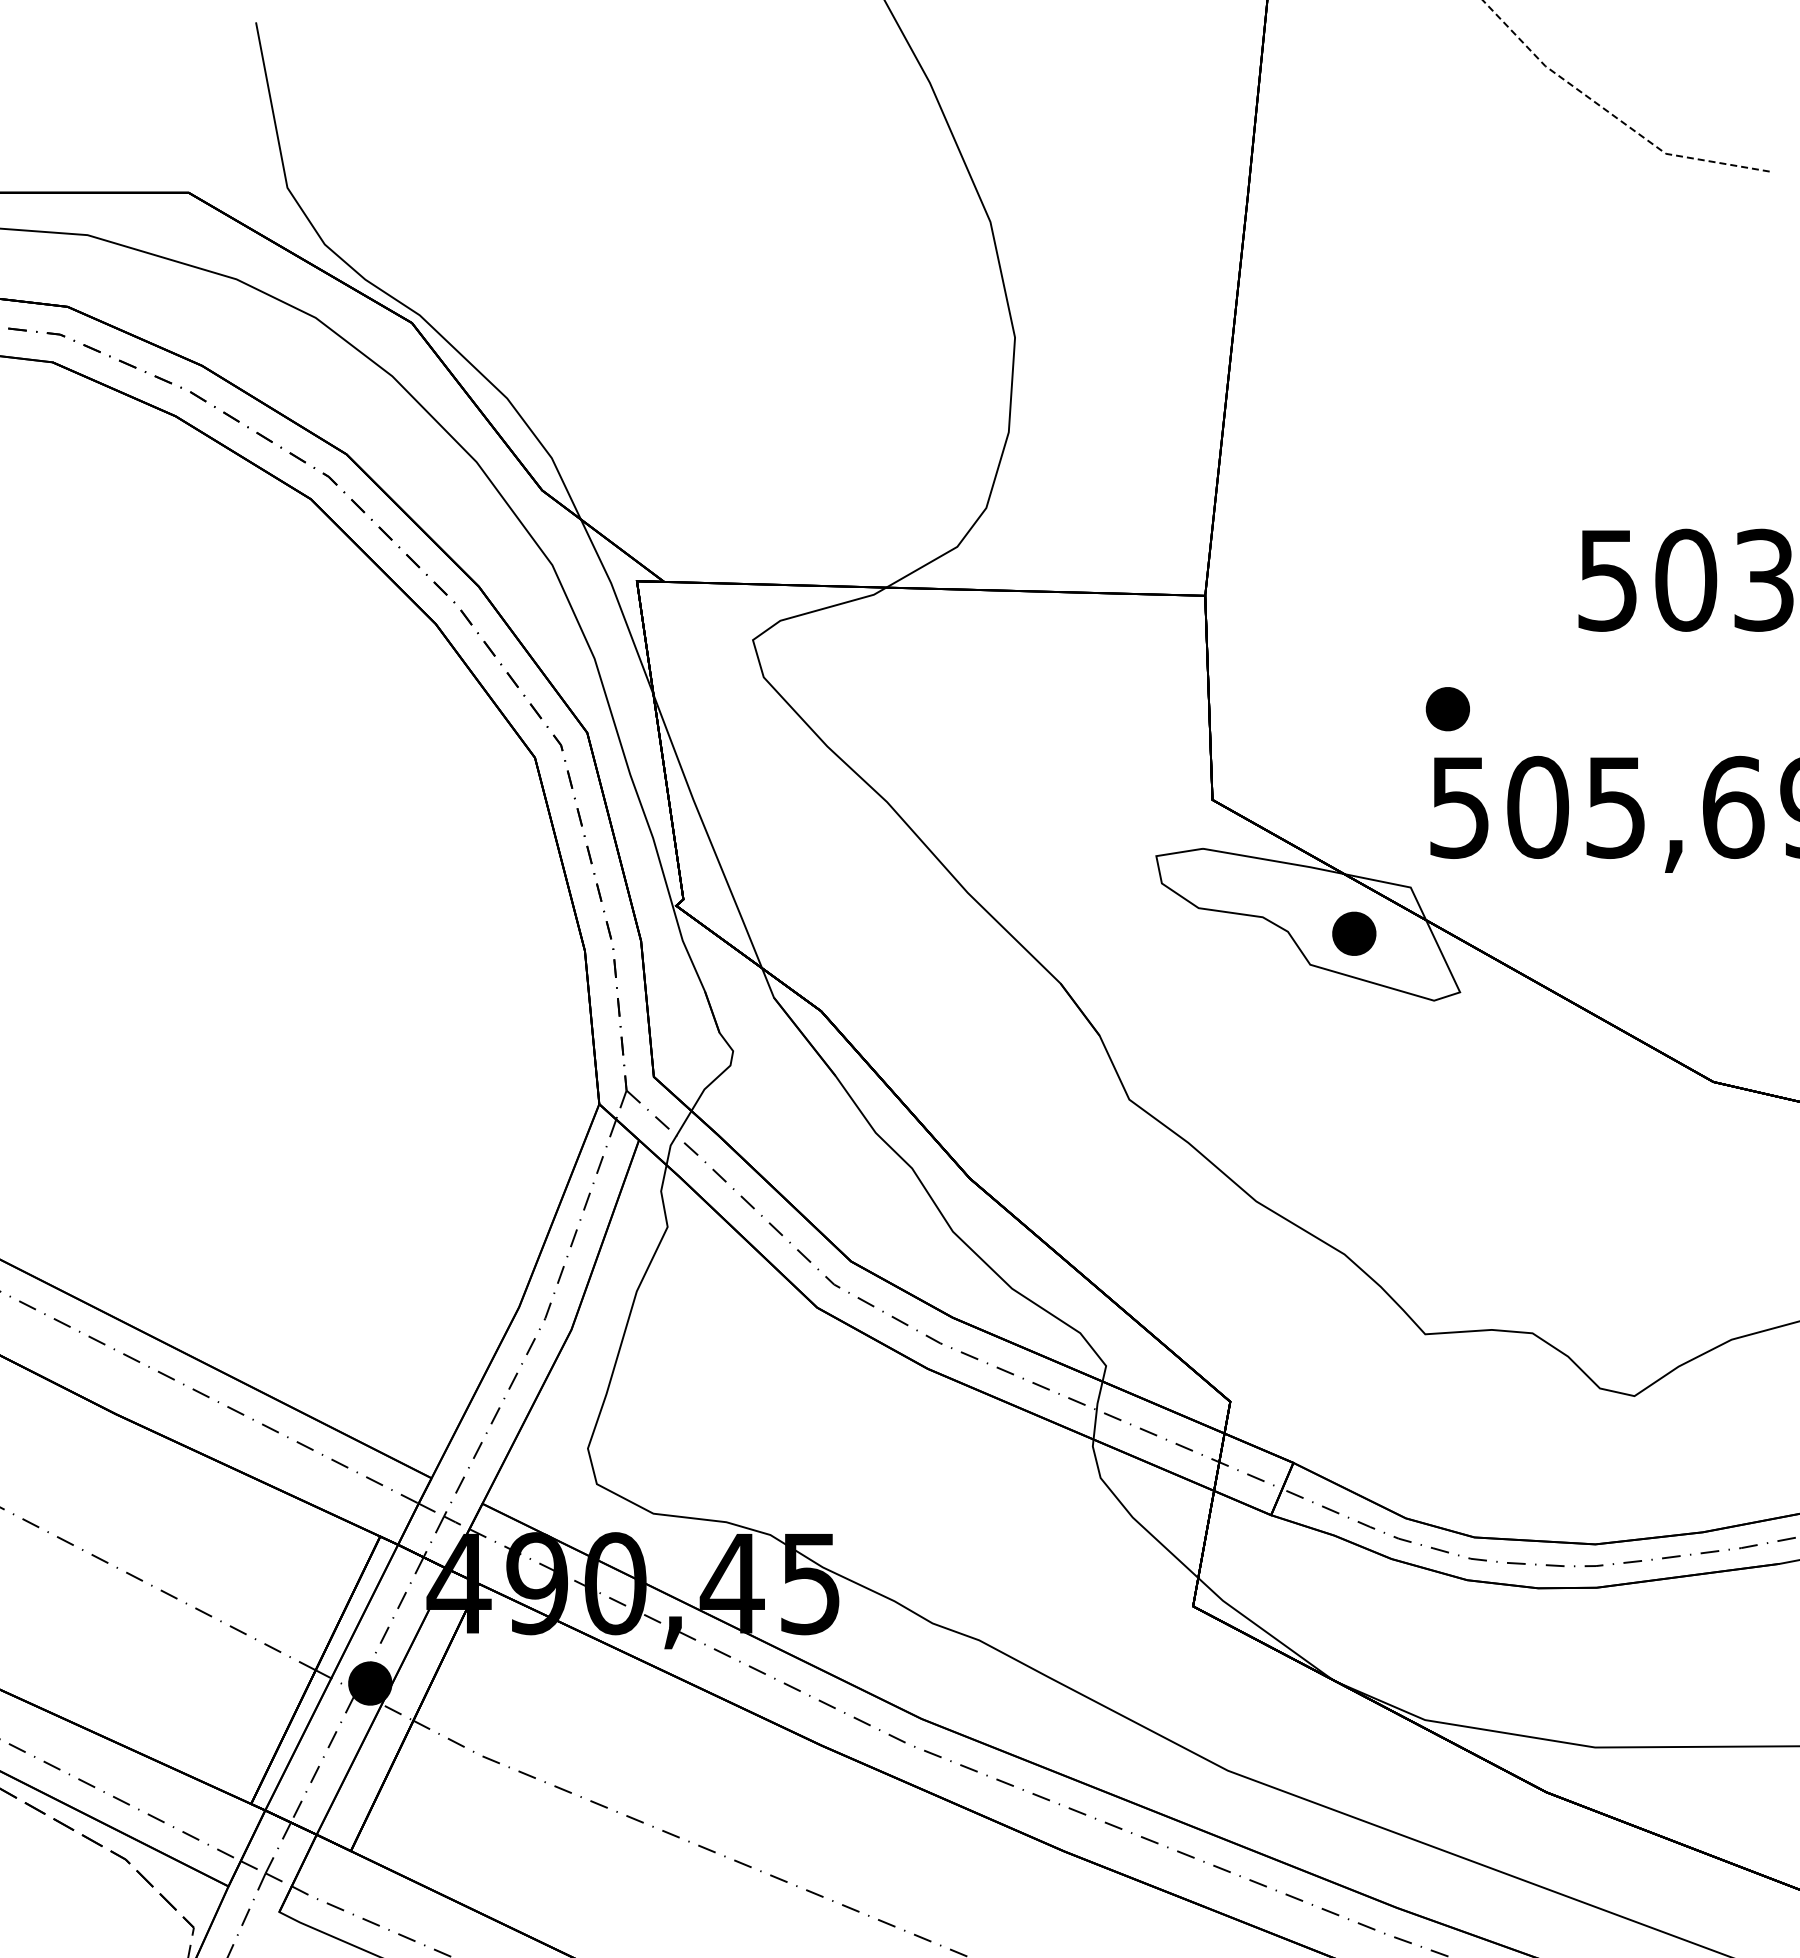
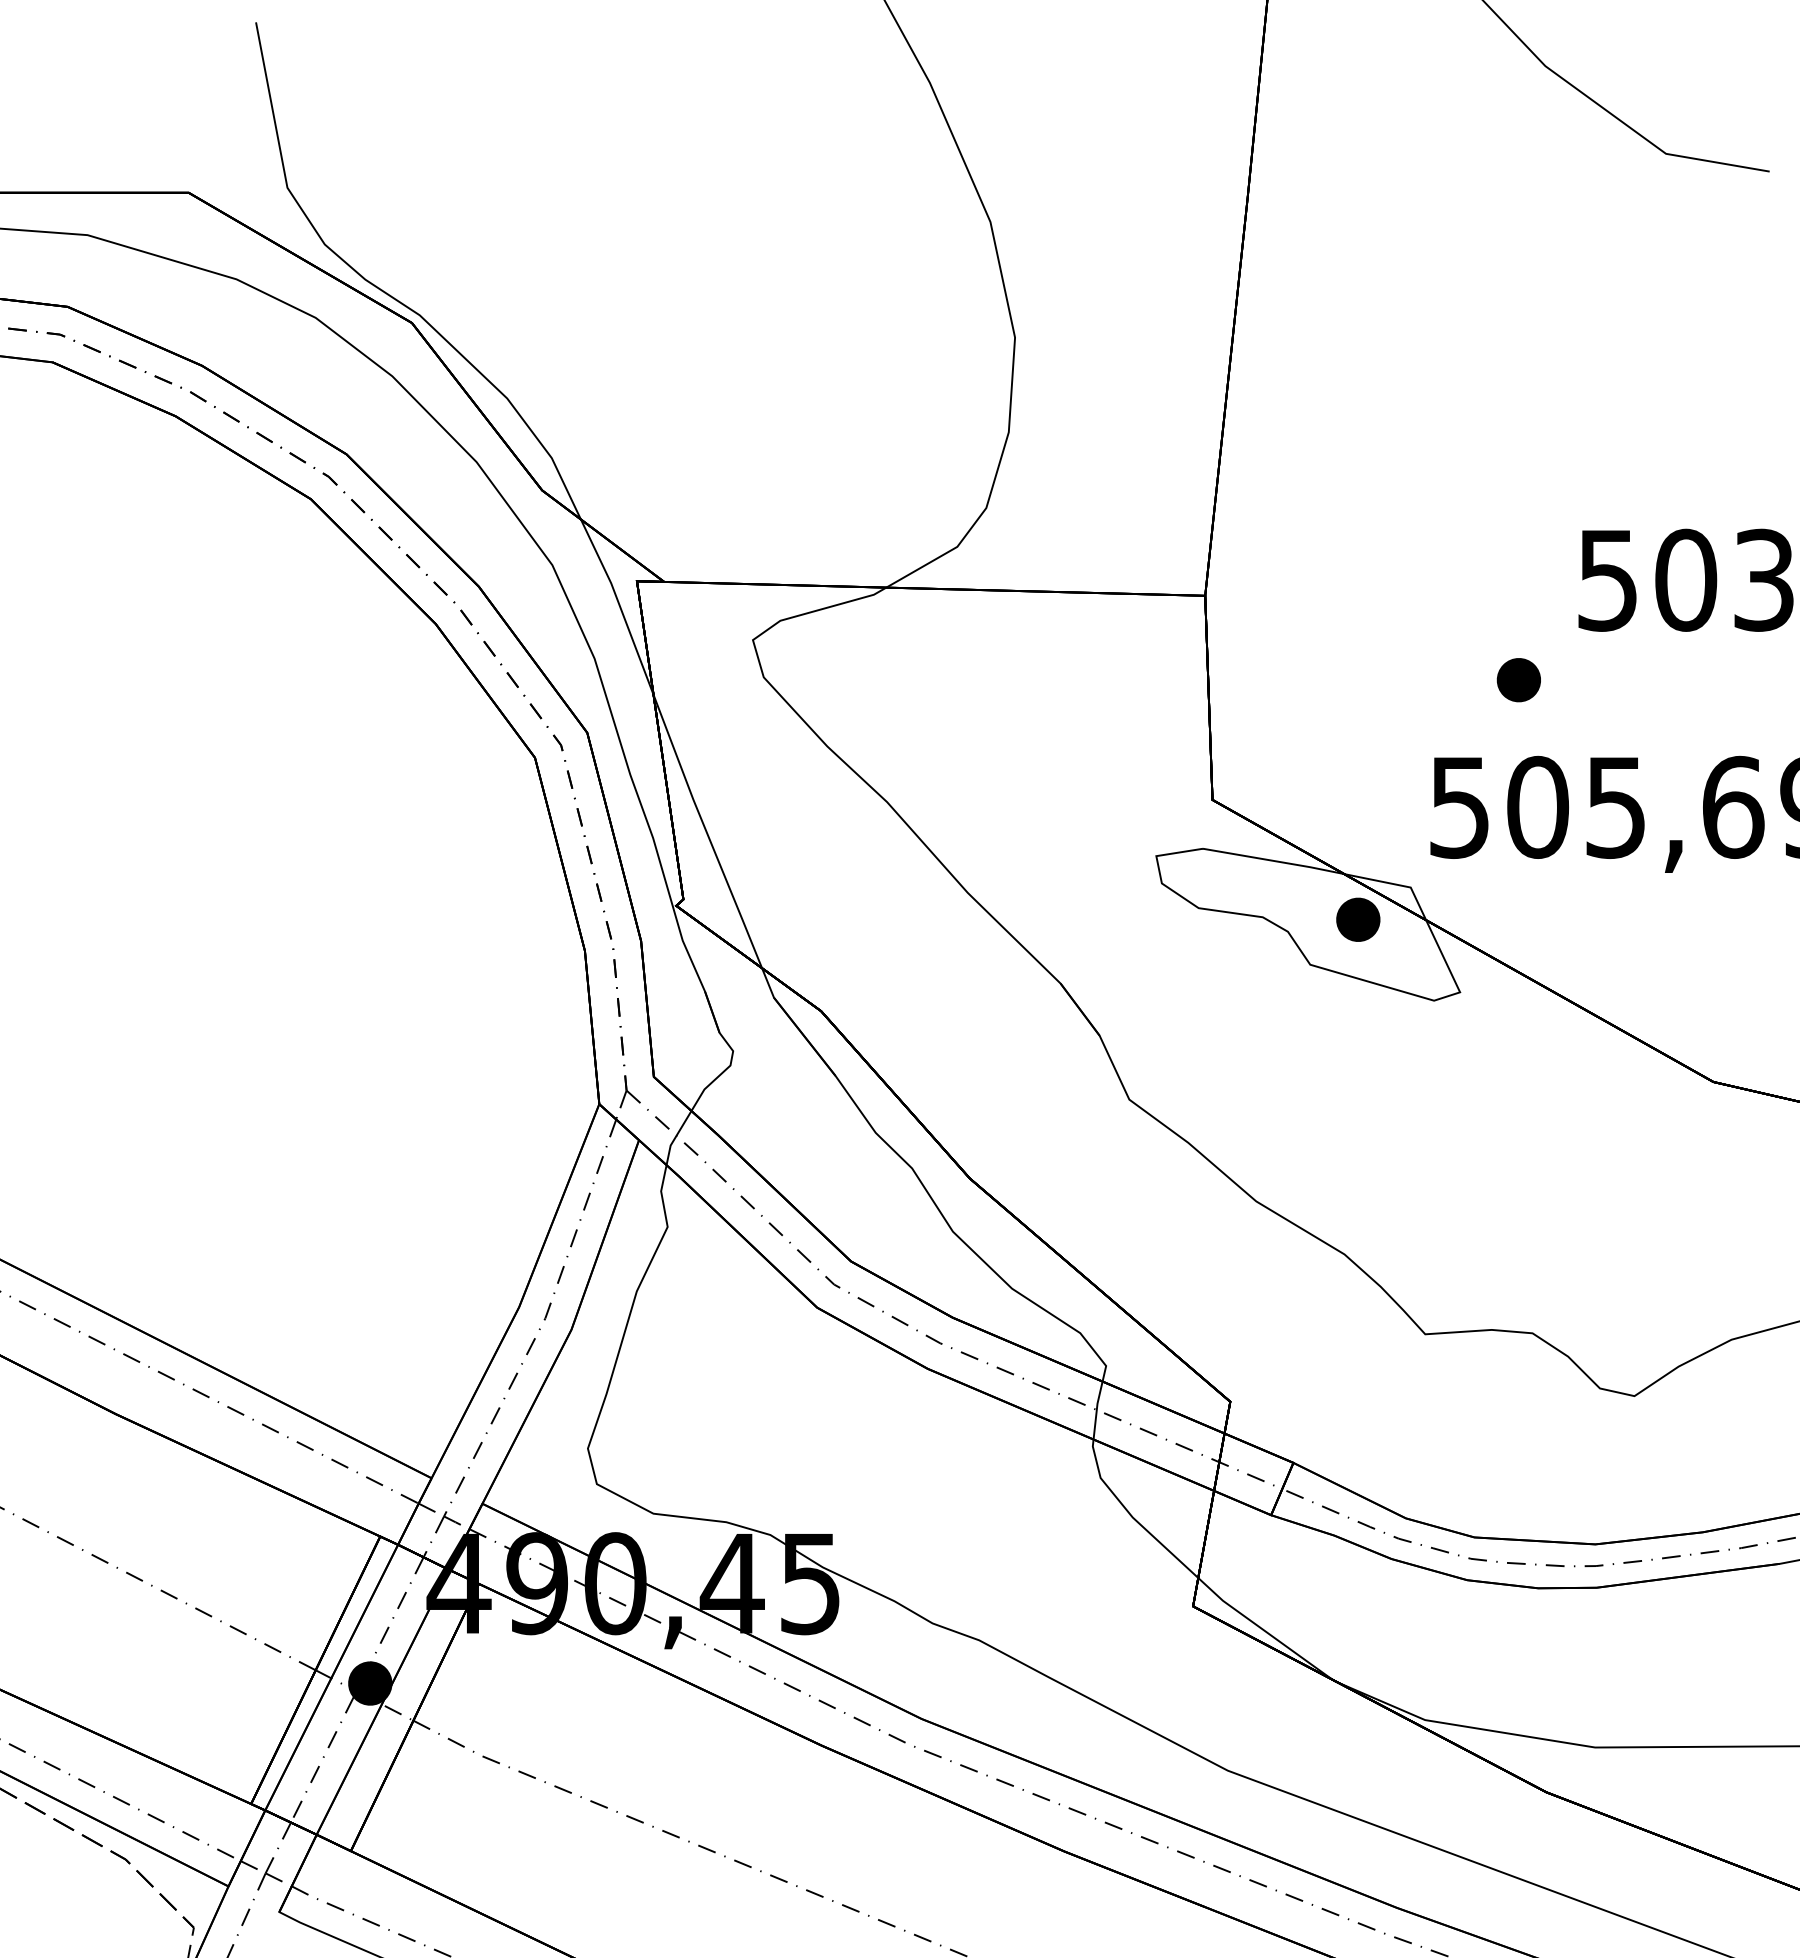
line at (1611, 114): dashed -> solid
part at (1447, 709) position: (1447, 709) -> (1518, 680)
part at (1354, 933) position: (1354, 933) -> (1358, 919)
